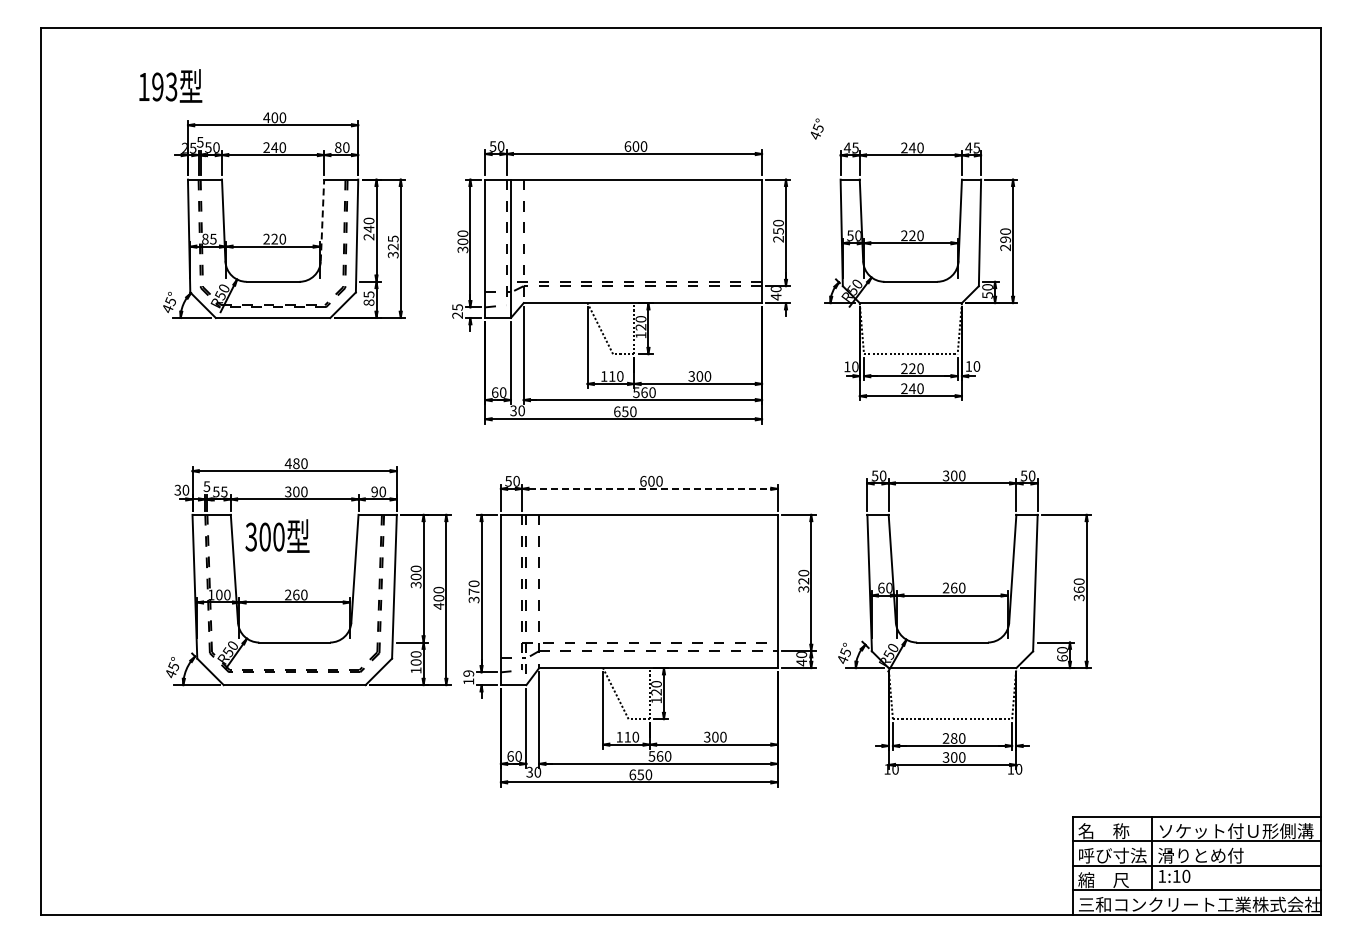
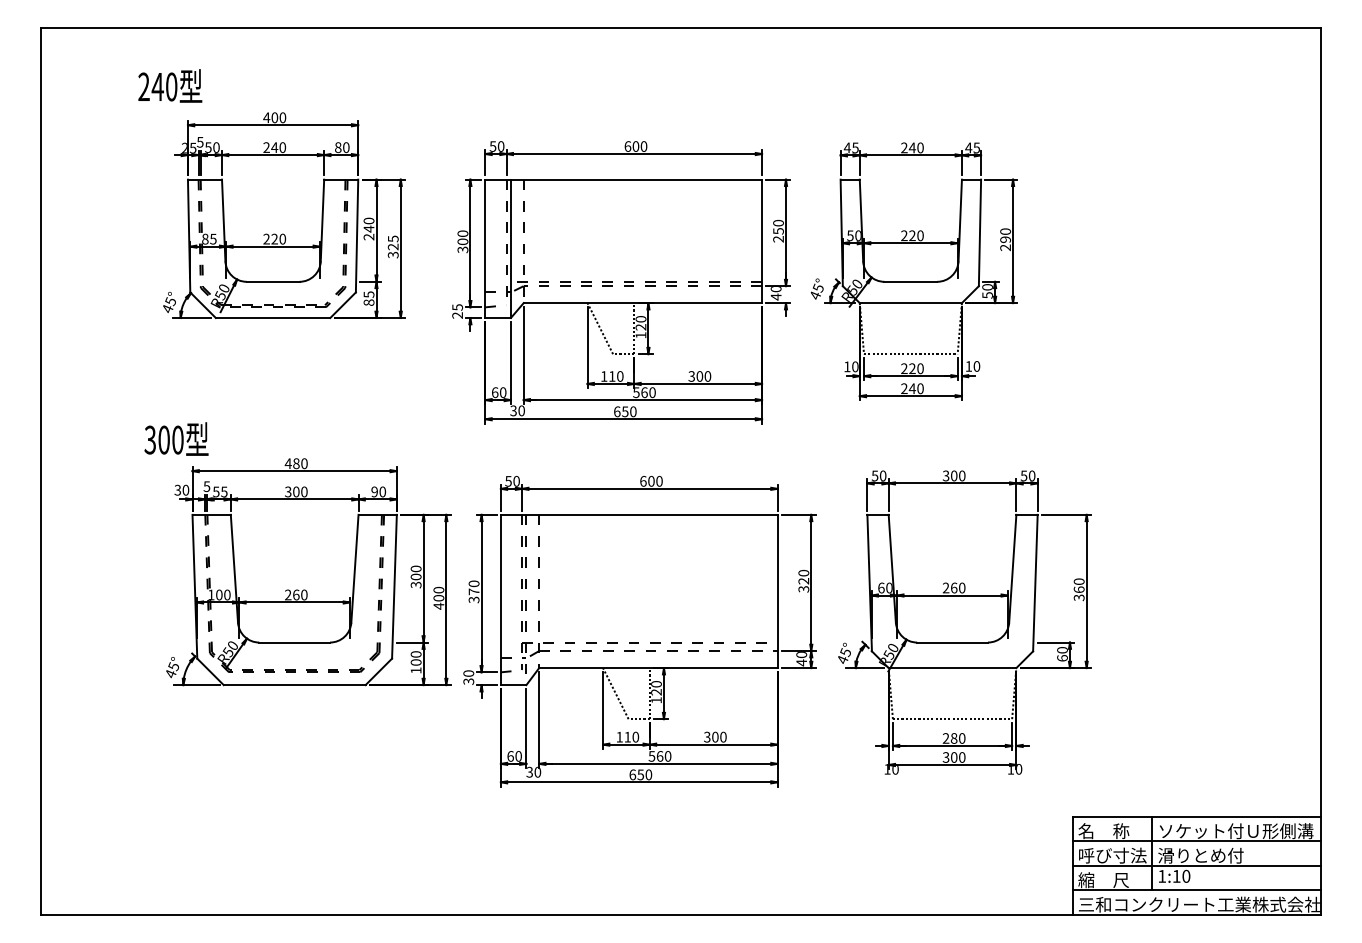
text at (157, 86): 193 -> 240
text at (817, 128) position: (817, 128) -> (817, 288)
line at (322, 220): dashed -> solid
line at (650, 488): dashed -> solid
text at (277, 535) position: (277, 535) -> (176, 438)
text at (468, 677): 19 -> 30
